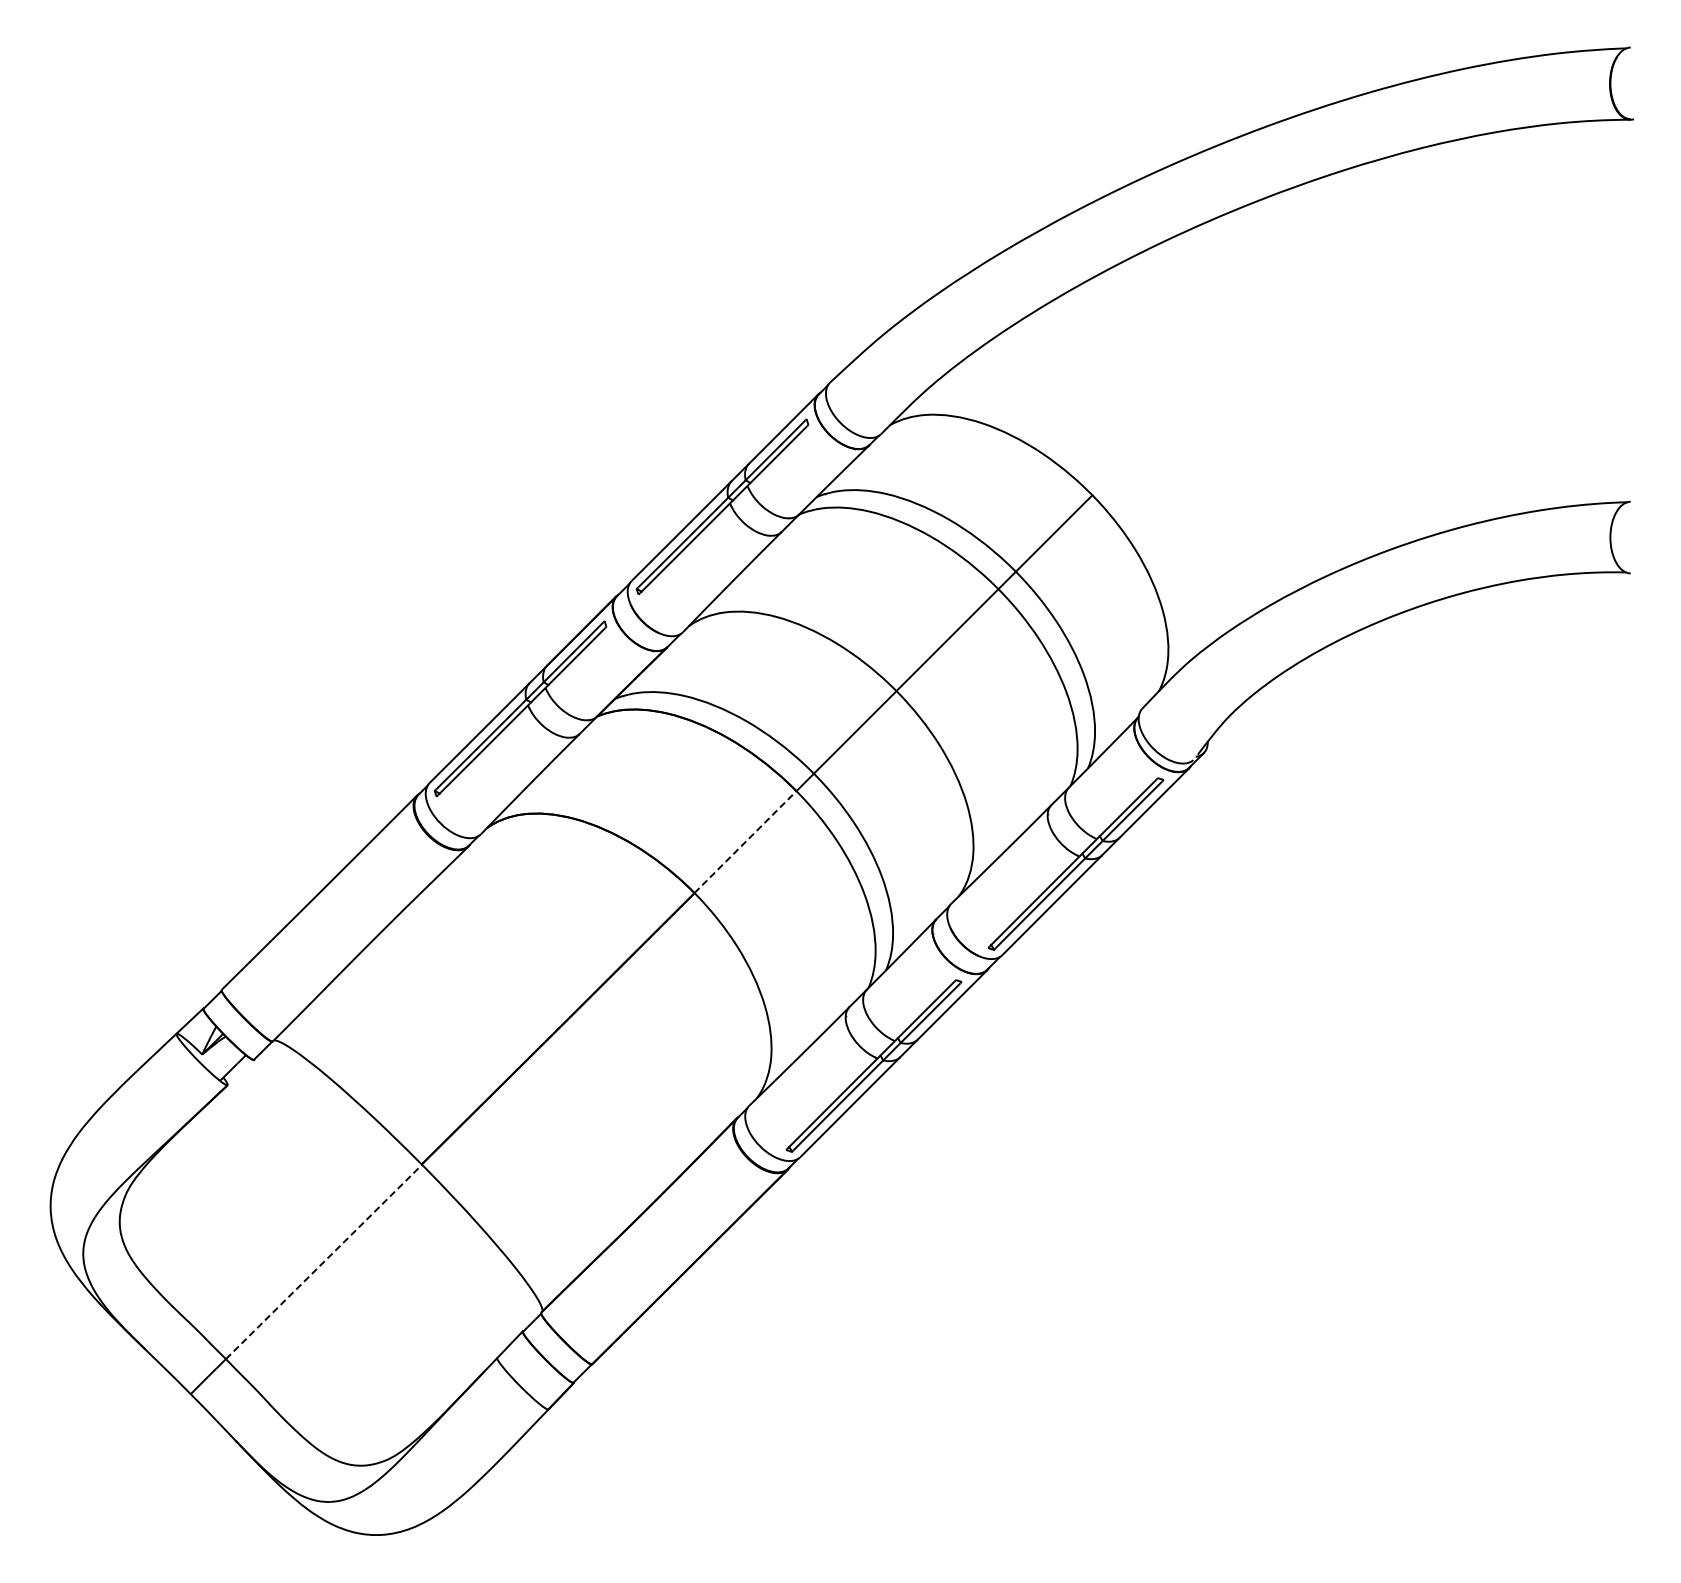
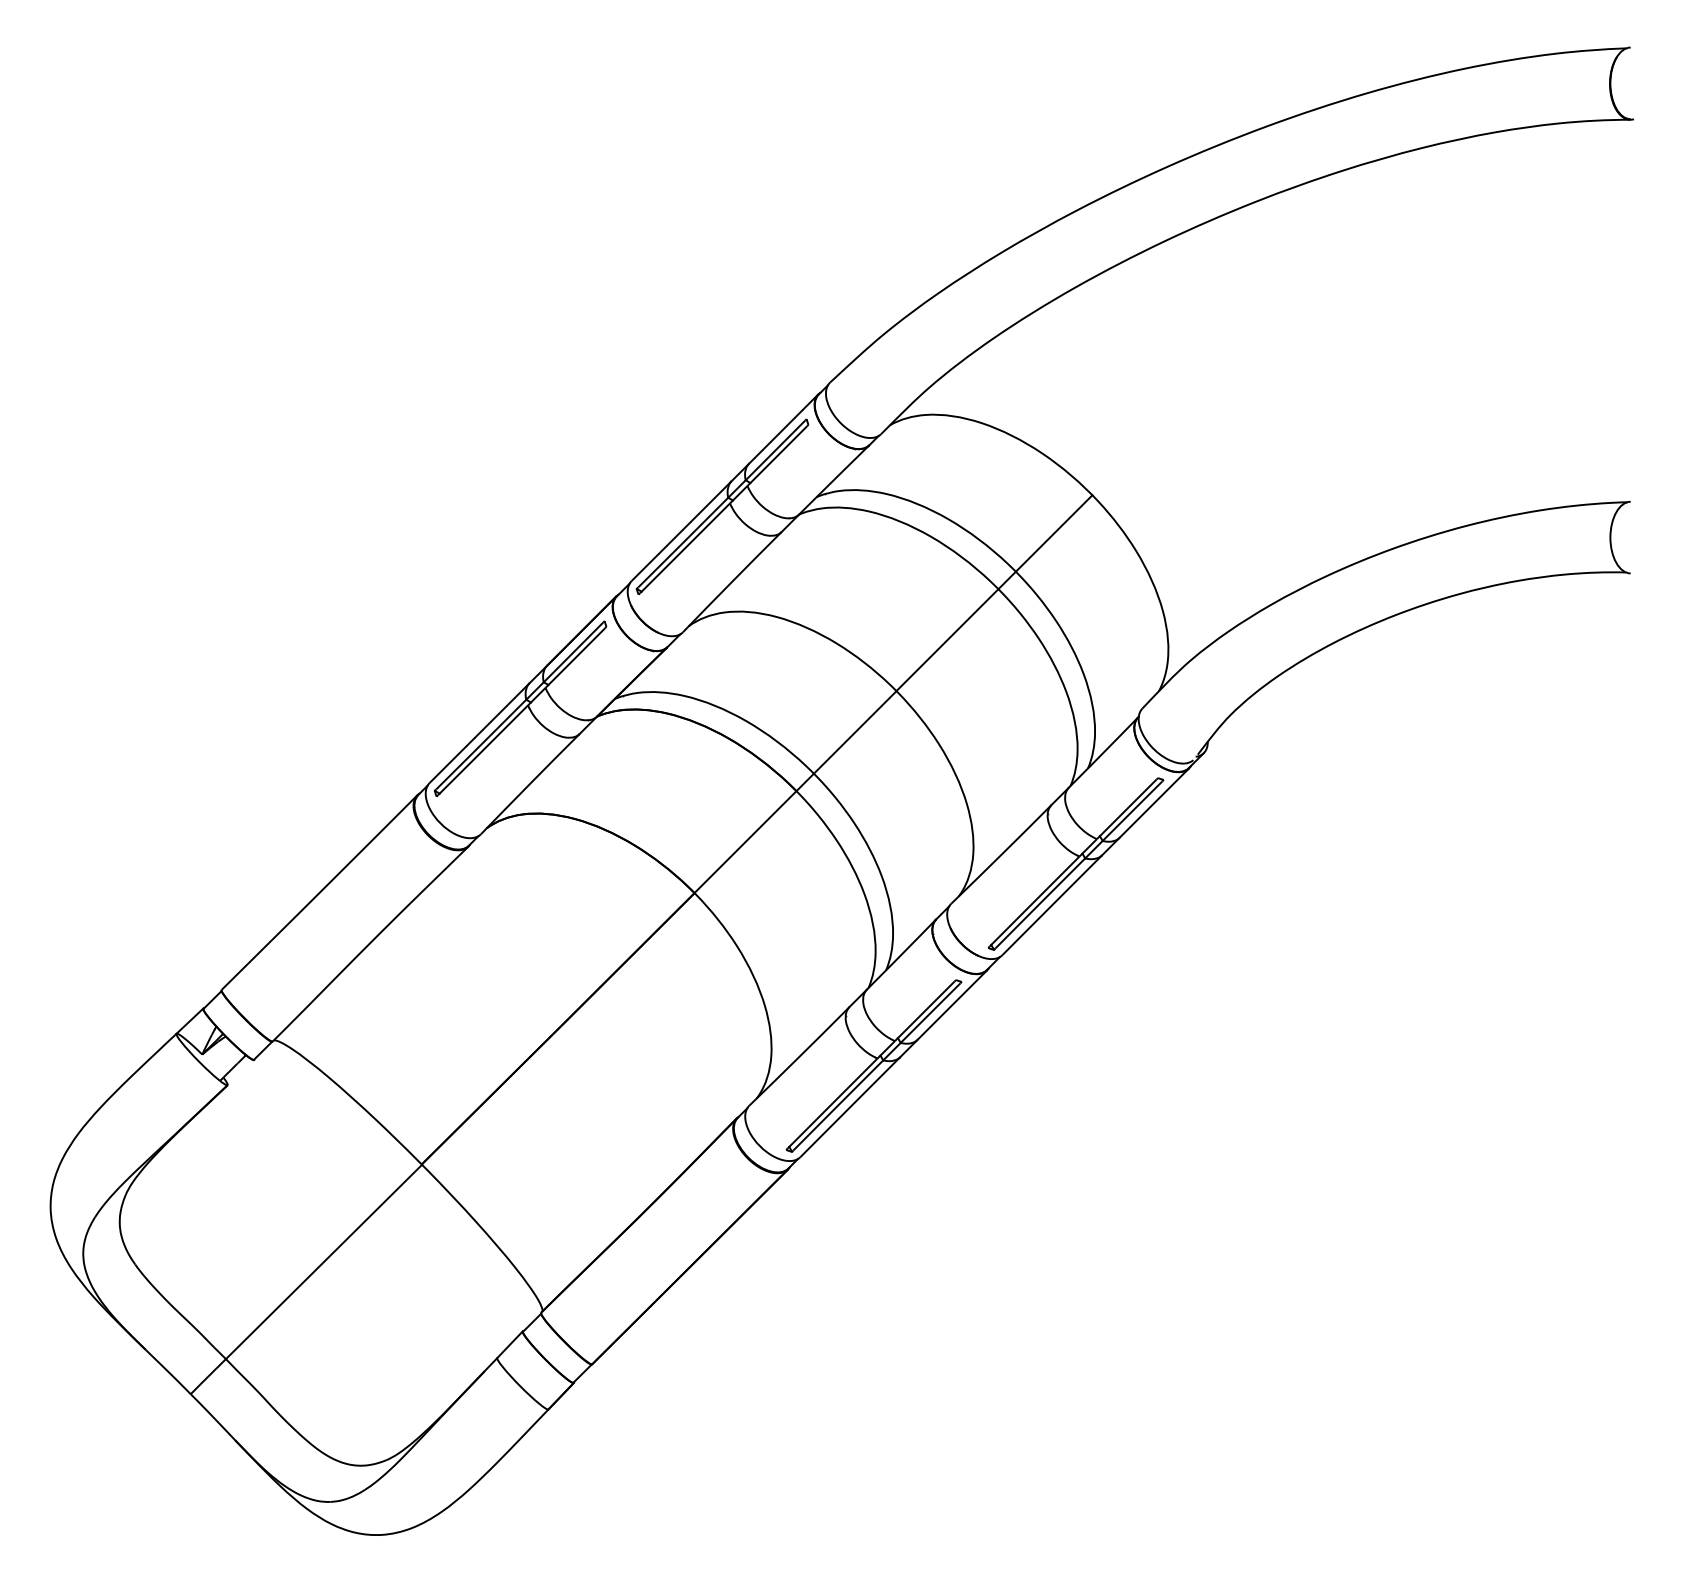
line at (745, 841): dashed -> solid
line at (324, 1261): dashed -> solid
